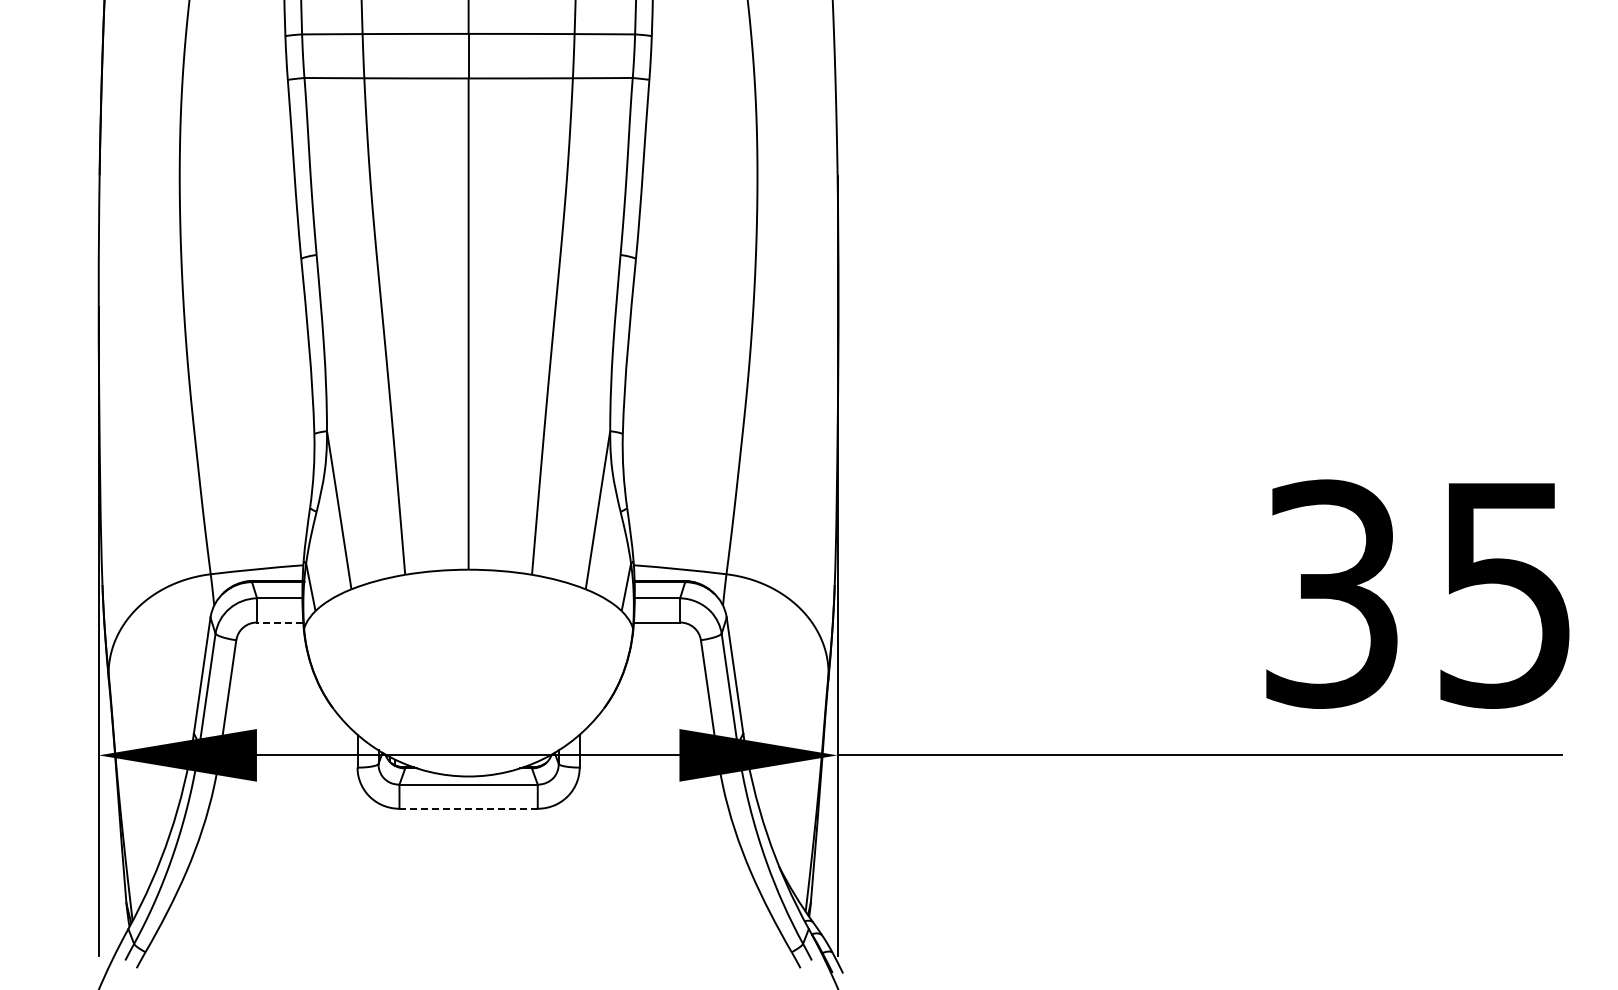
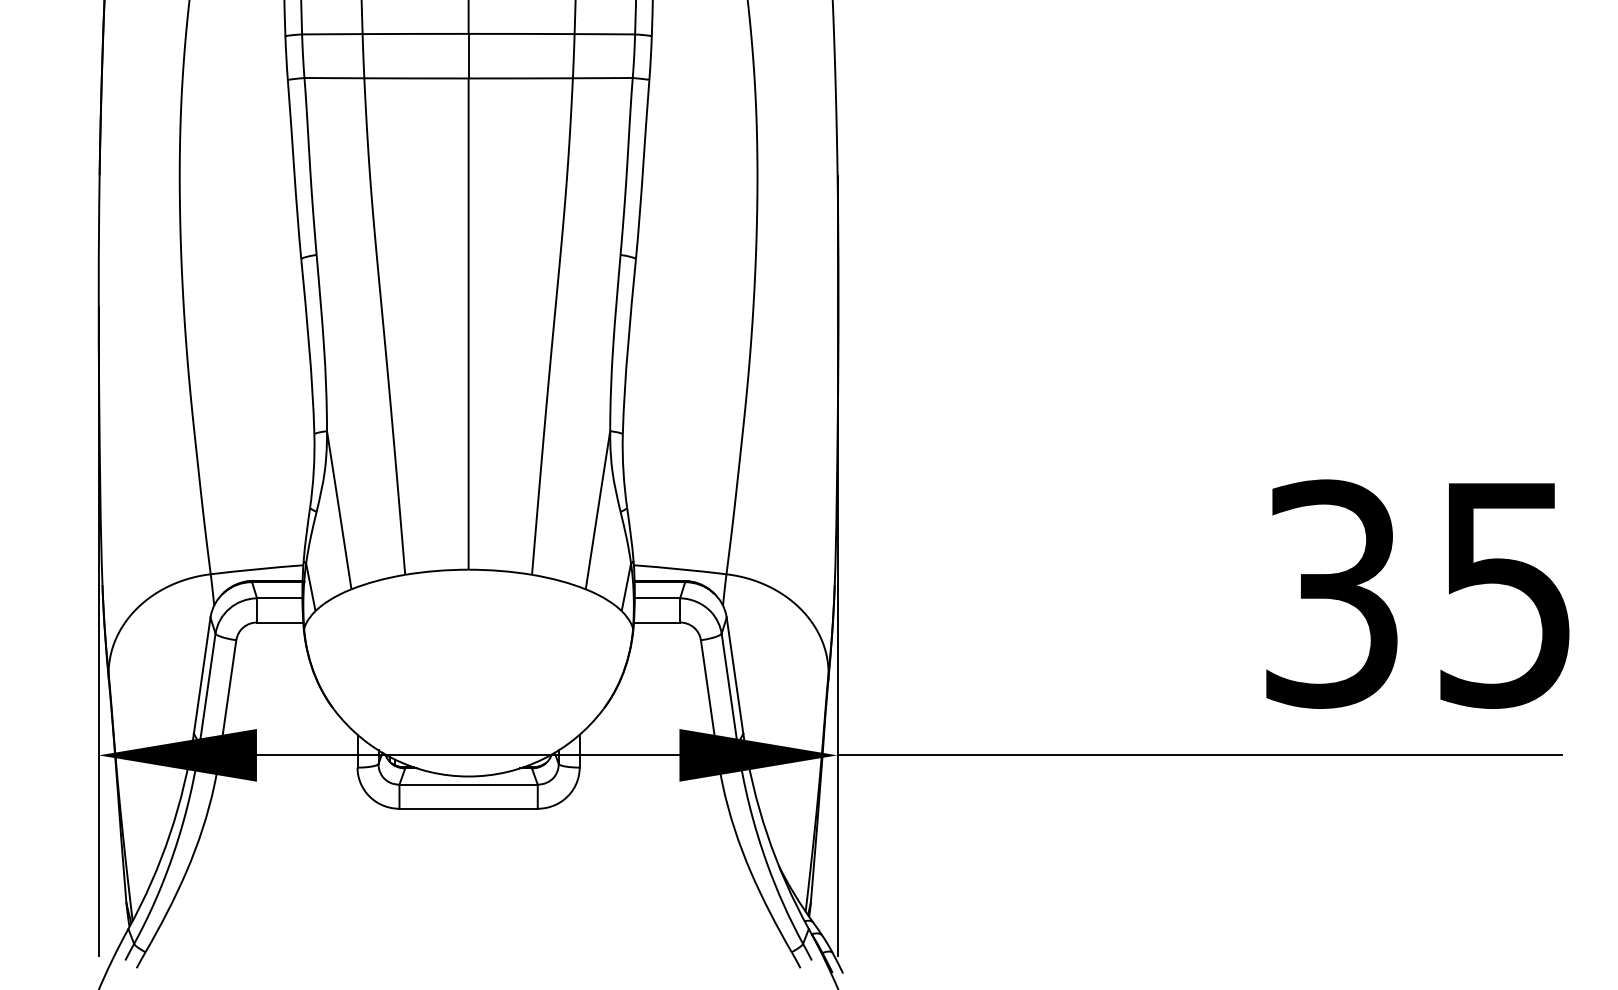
line at (279, 622): dashed -> solid
line at (469, 808): dashed -> solid
